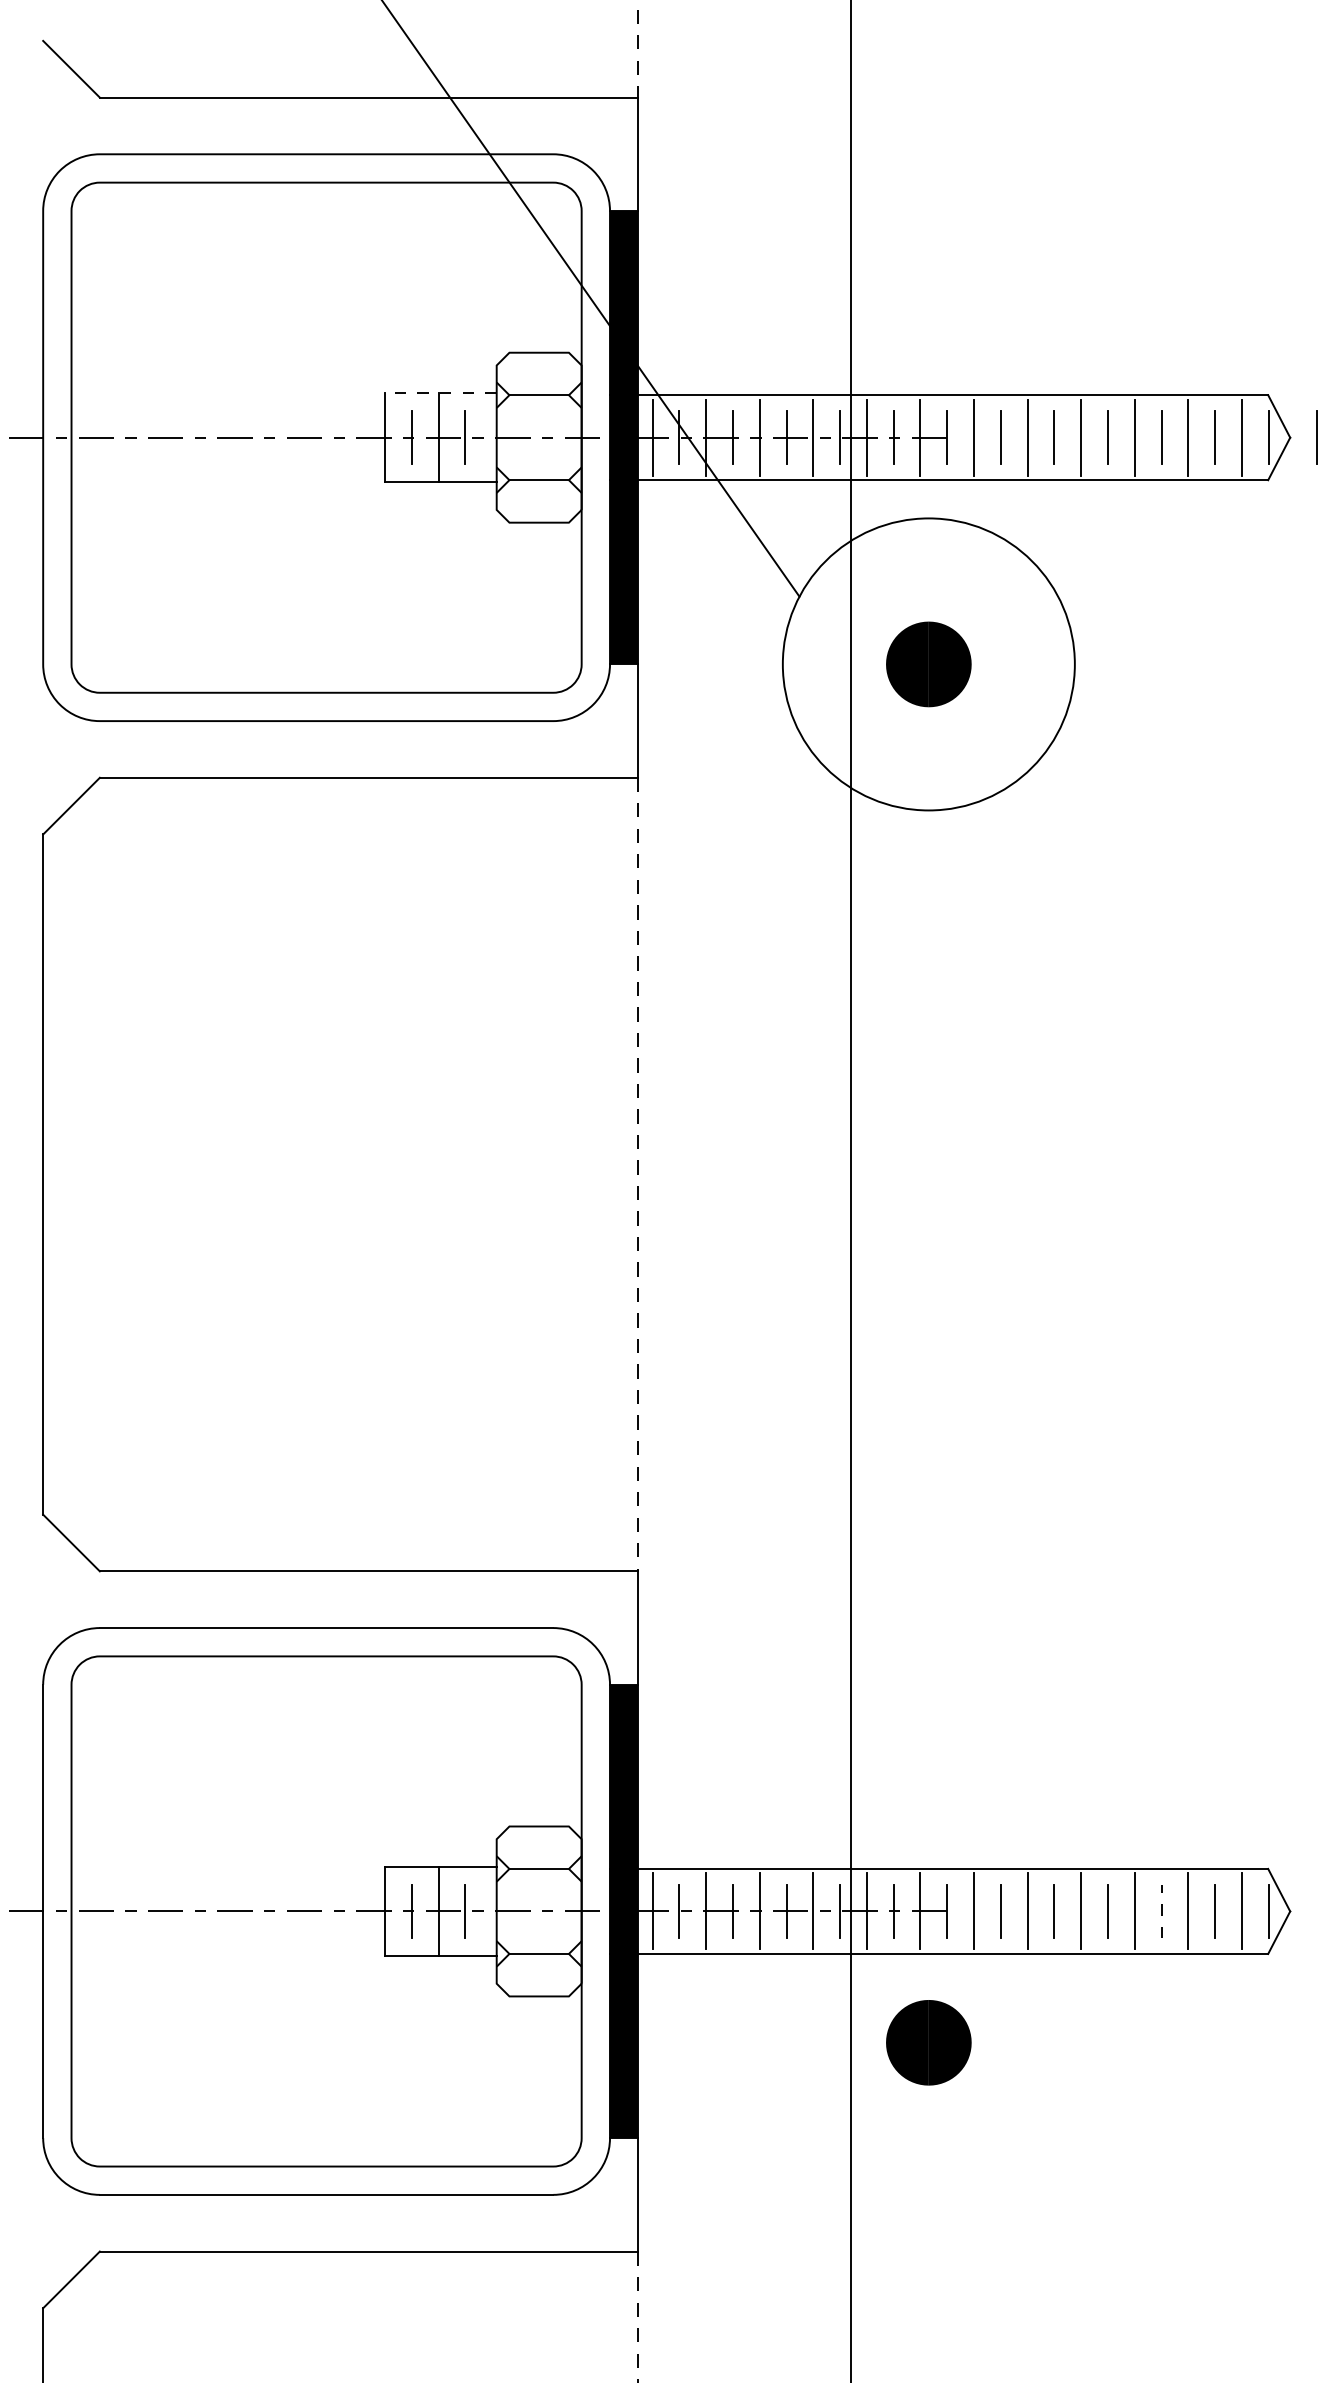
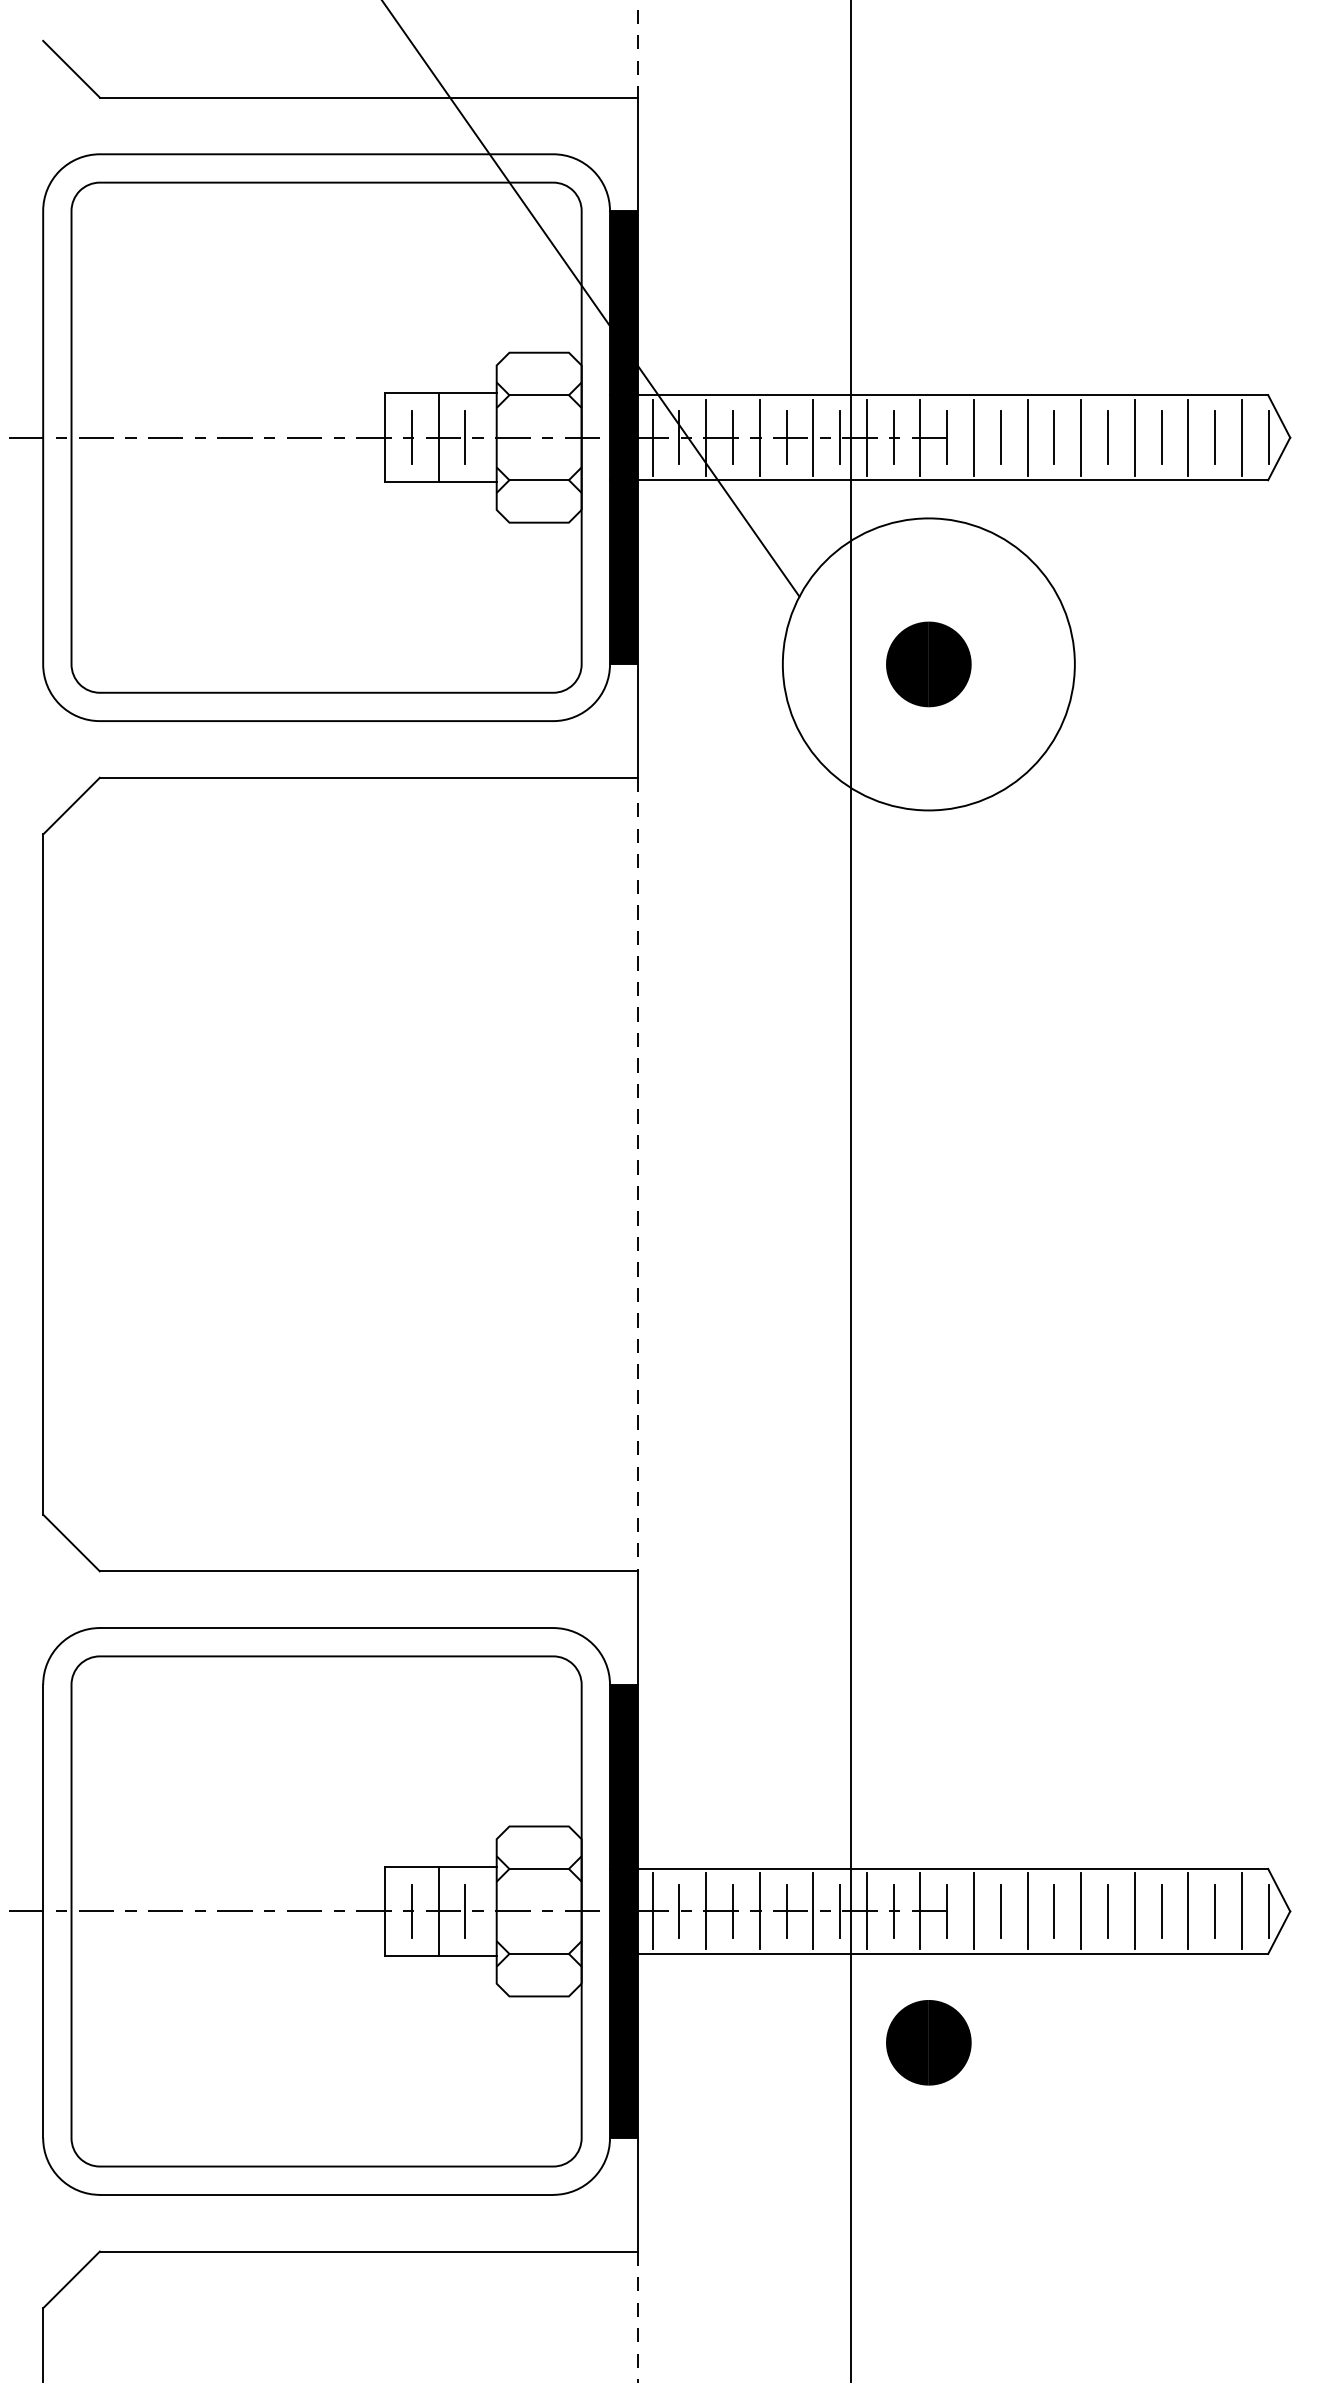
line at (440, 393): dashed -> solid
line at (1316, 437): present -> none
line at (1161, 1911): dashed -> solid
